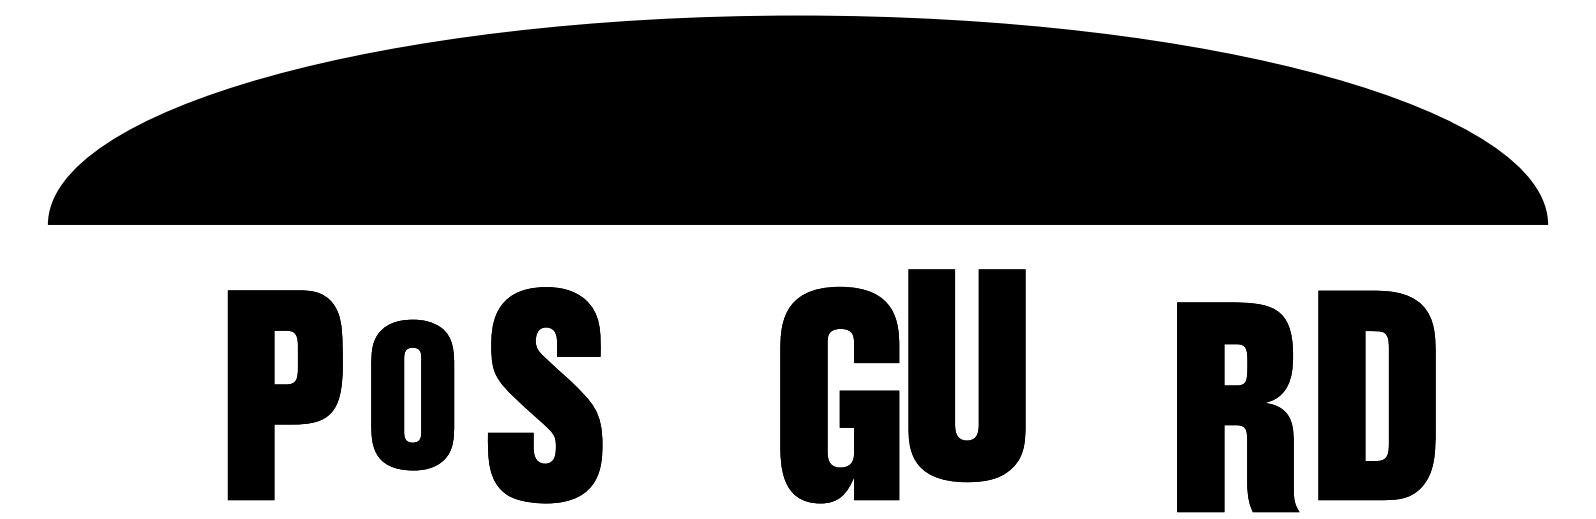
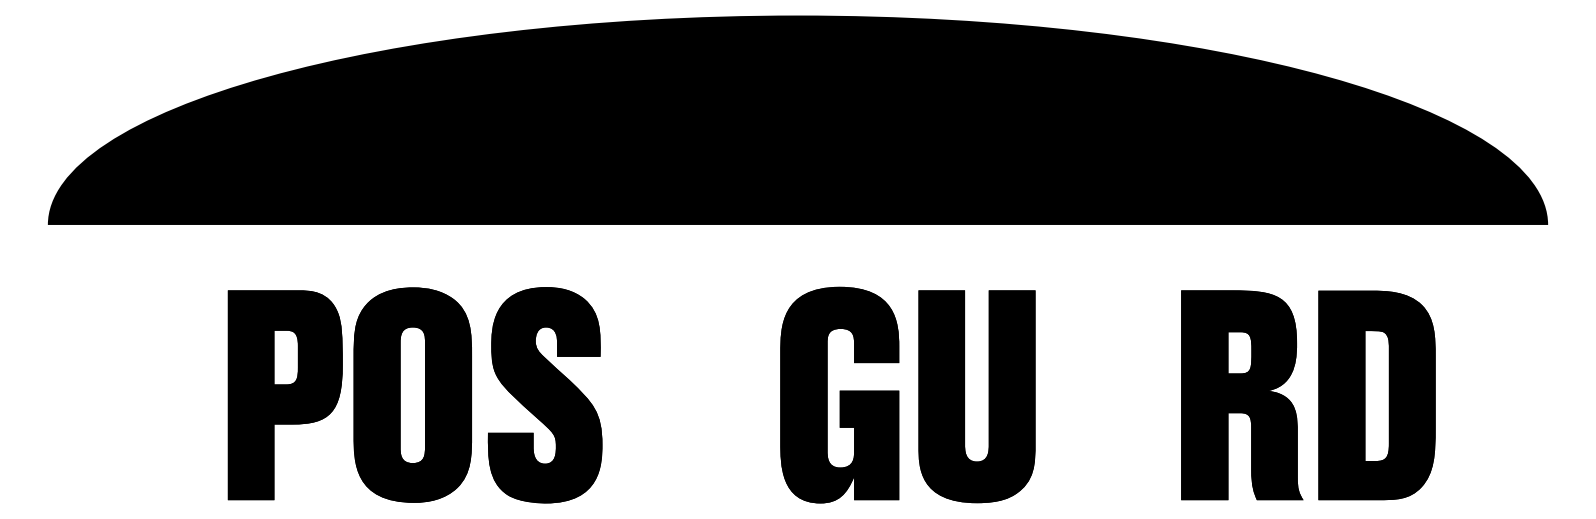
part at (955, 375) position: (955, 375) -> (965, 396)
part at (412, 394) size: 84x152 px -> 119x216 px
part at (1238, 407) position: (1238, 407) -> (1242, 395)
